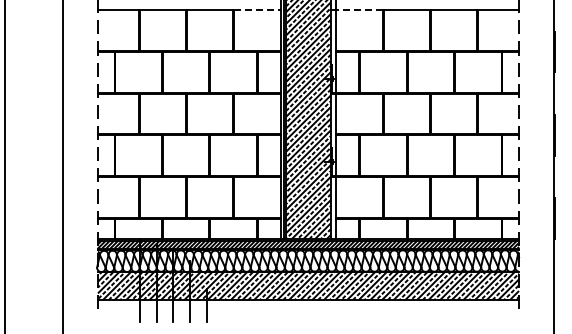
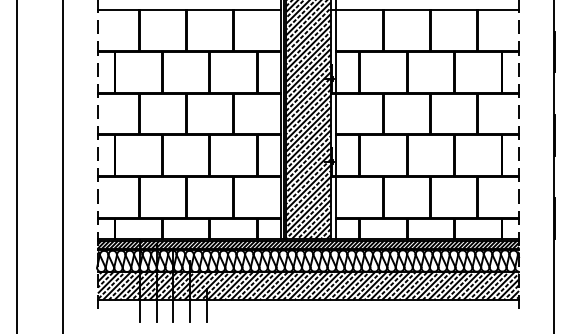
line at (258, 10): dashed -> solid
line at (358, 10): dashed -> solid
line at (5, 166) position: (5, 166) -> (17, 166)
